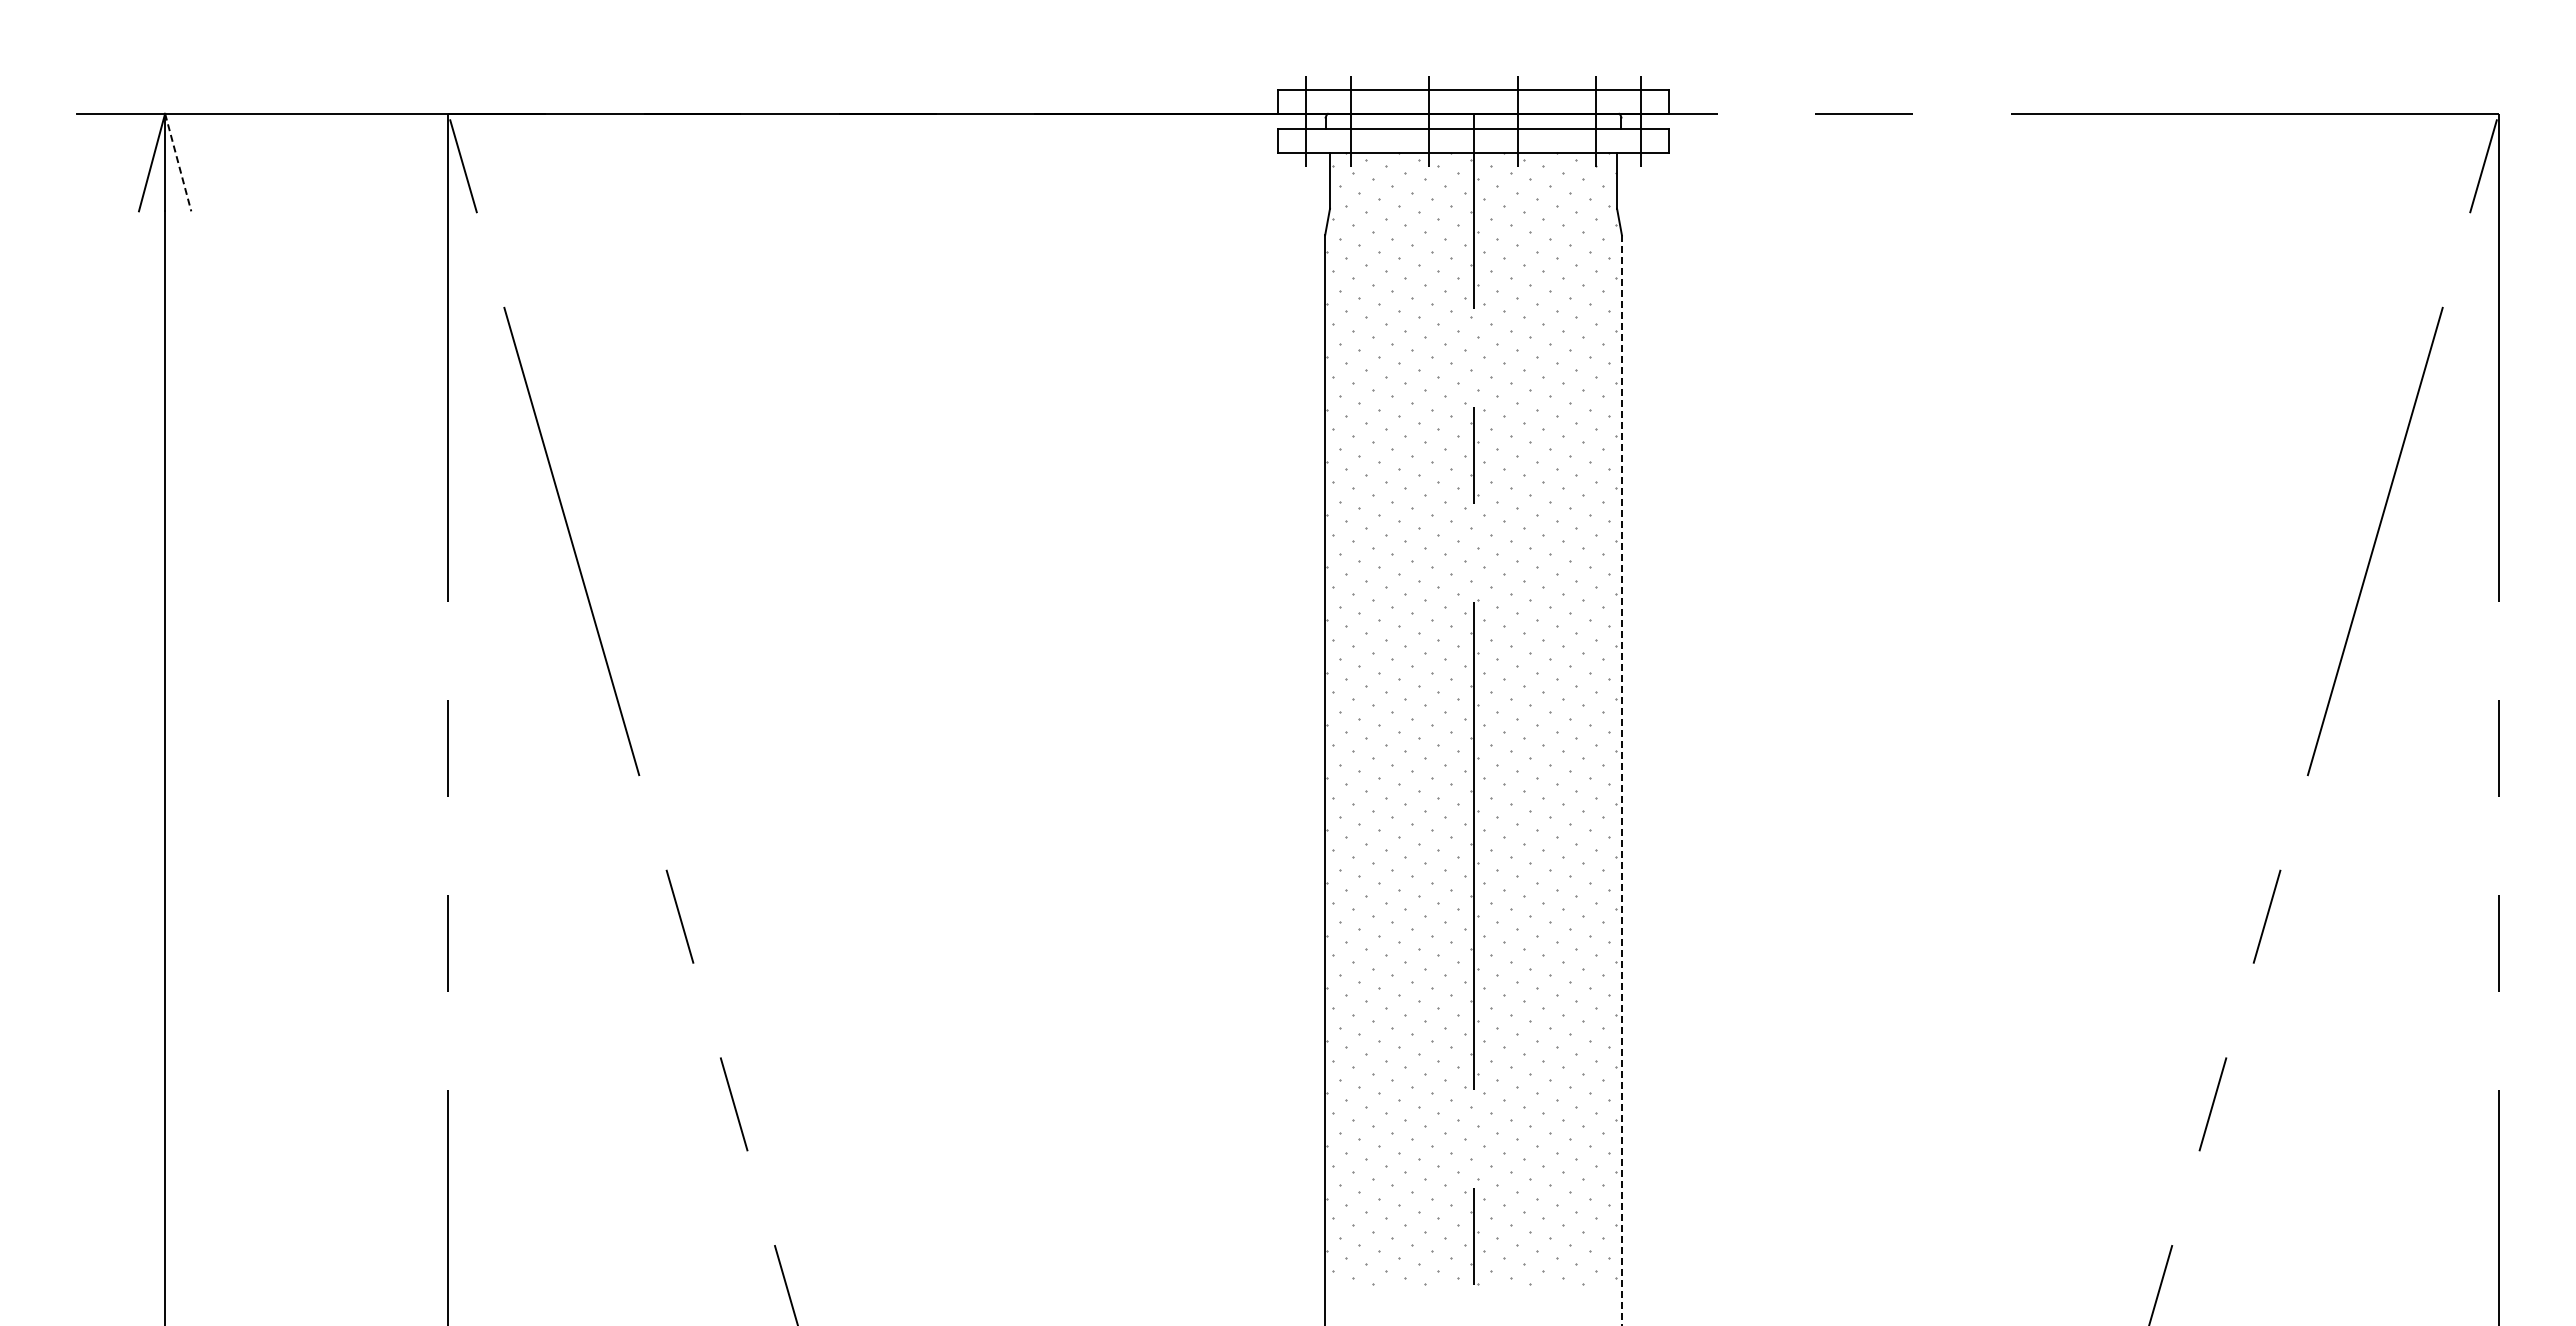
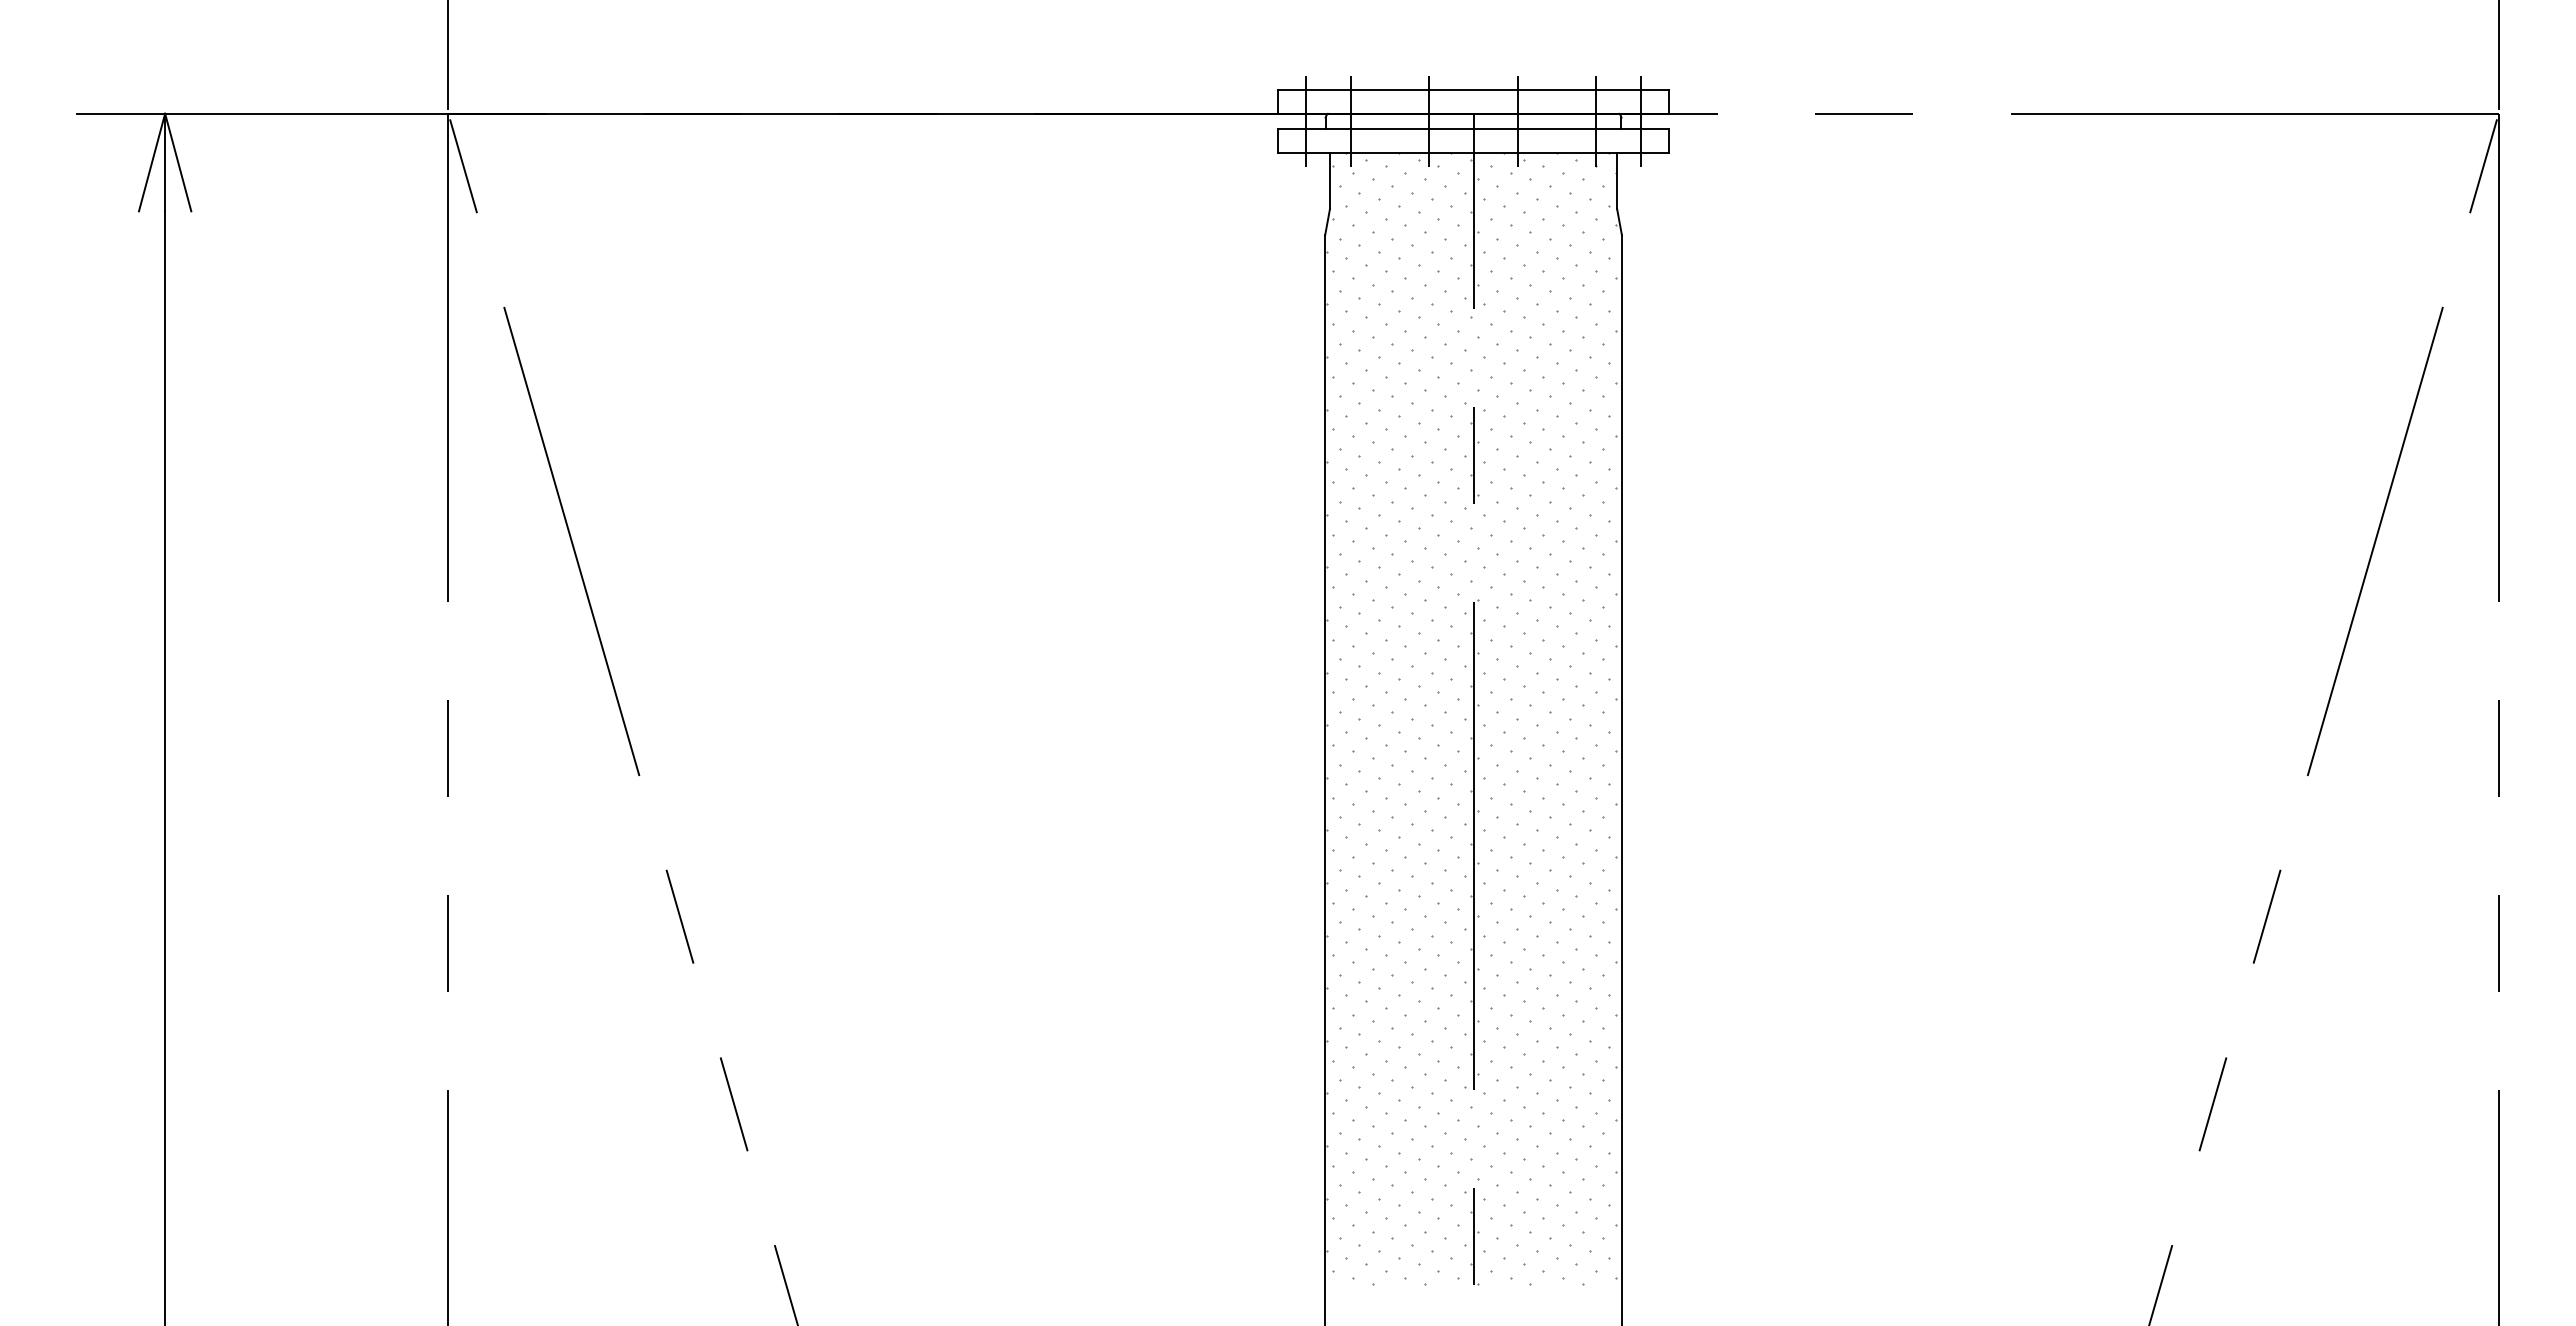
line at (448, 55): none -> present
line at (2498, 55): none -> present
line at (178, 162): dashed -> solid
line at (1621, 780): dashed -> solid
